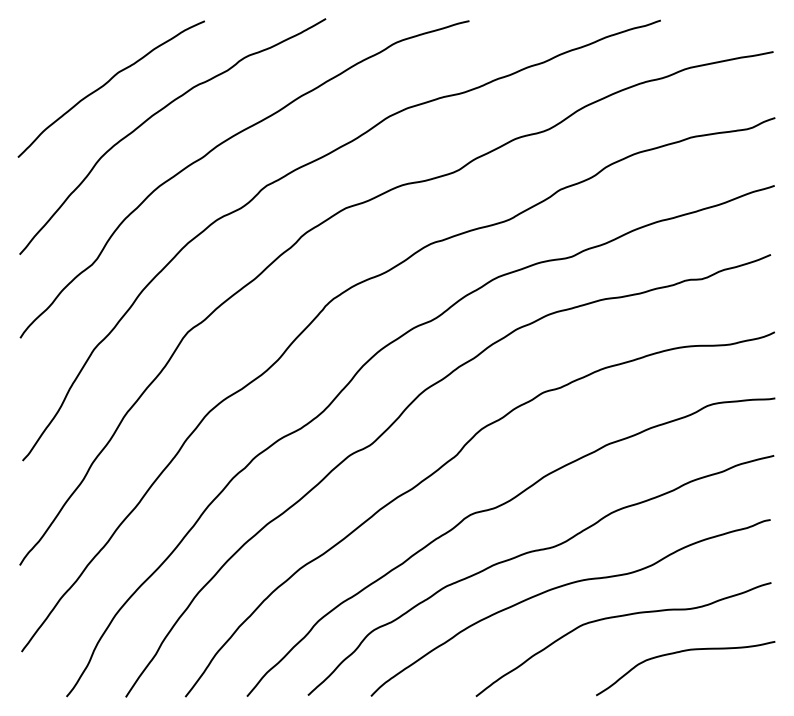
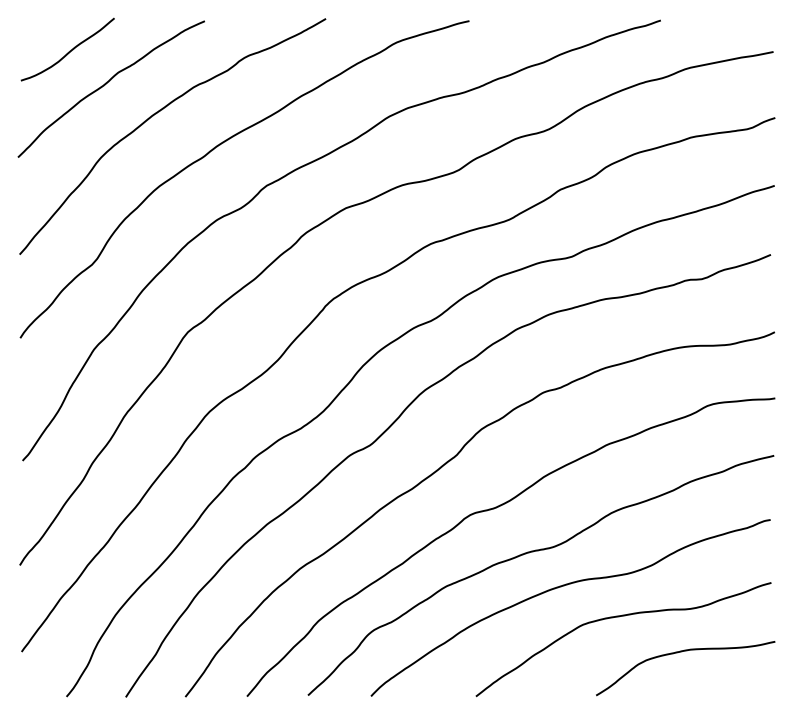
curve at (69, 50): none -> present
